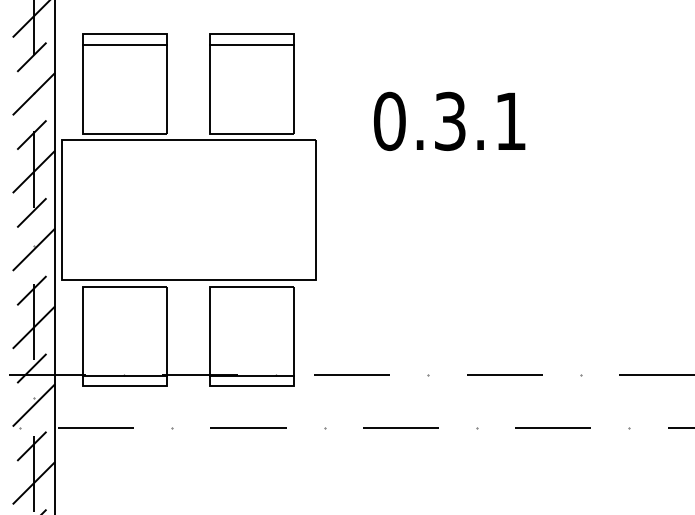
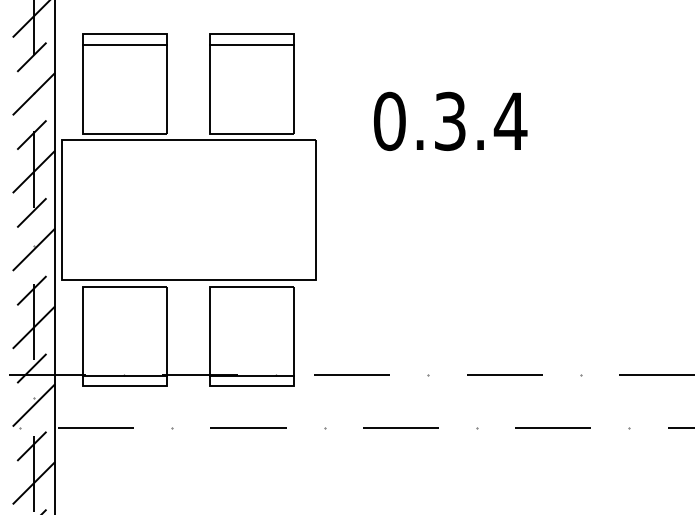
text at (510, 120): 0.3.1 -> 0.3.4
